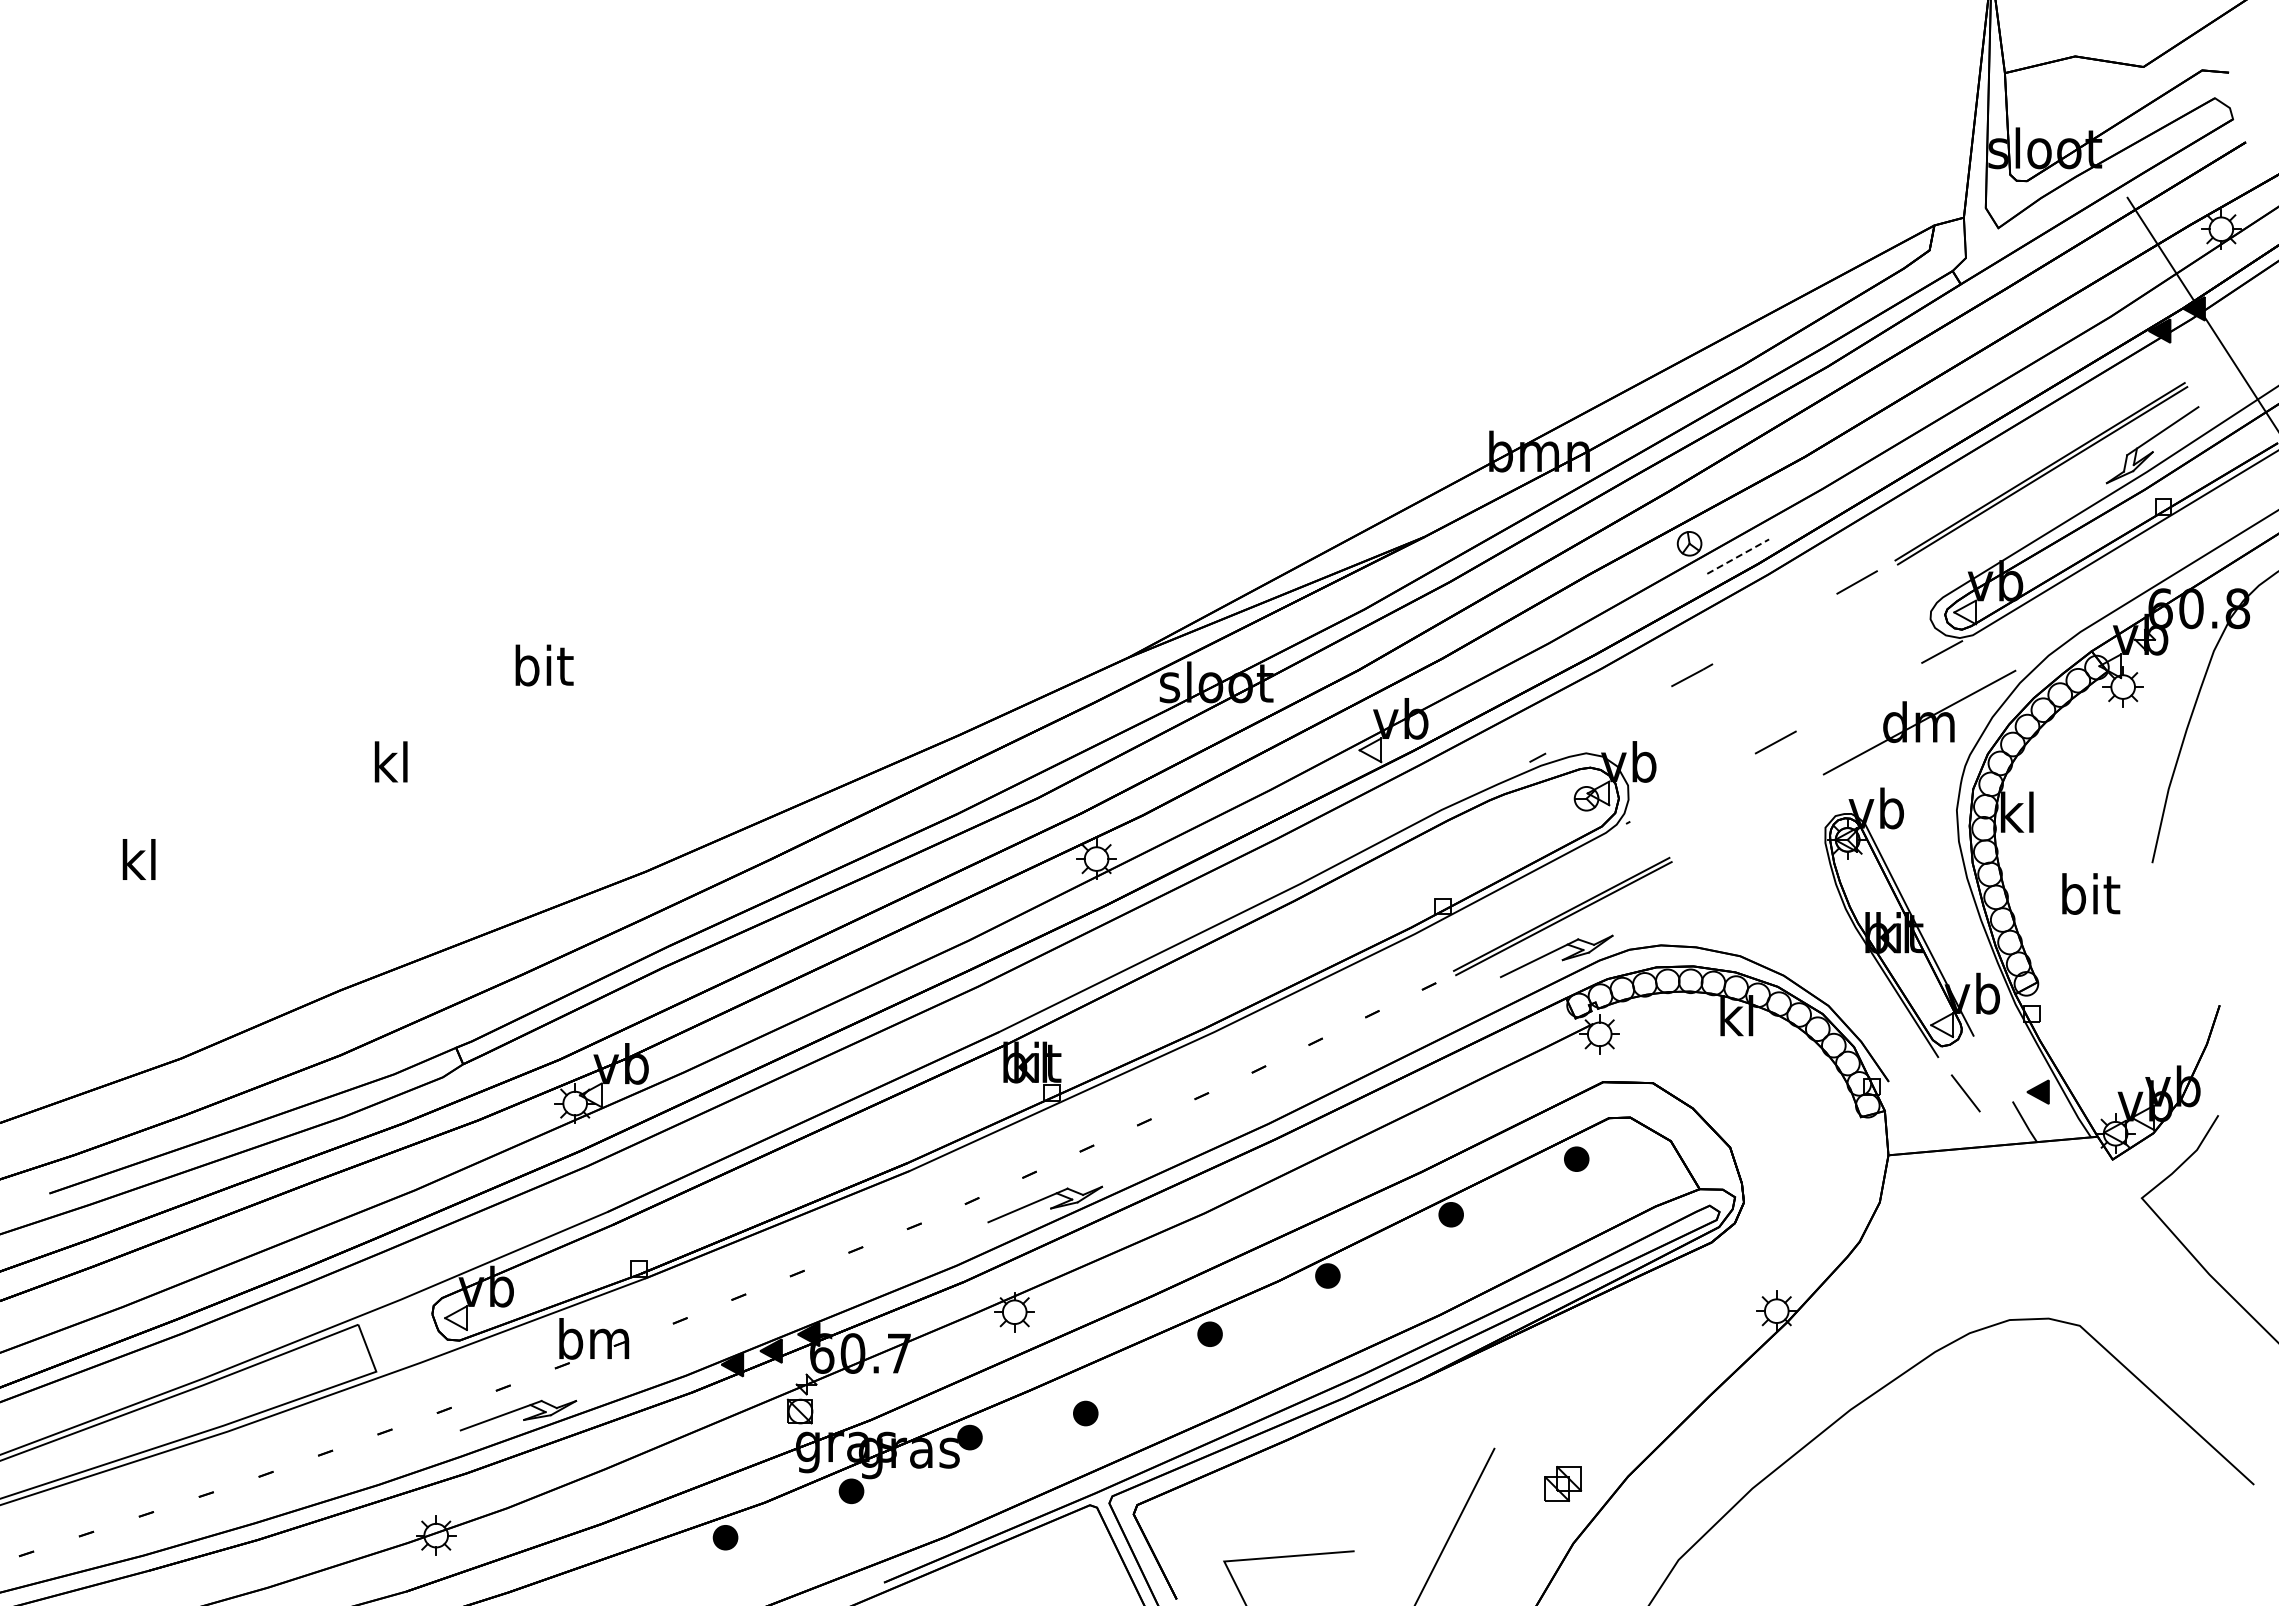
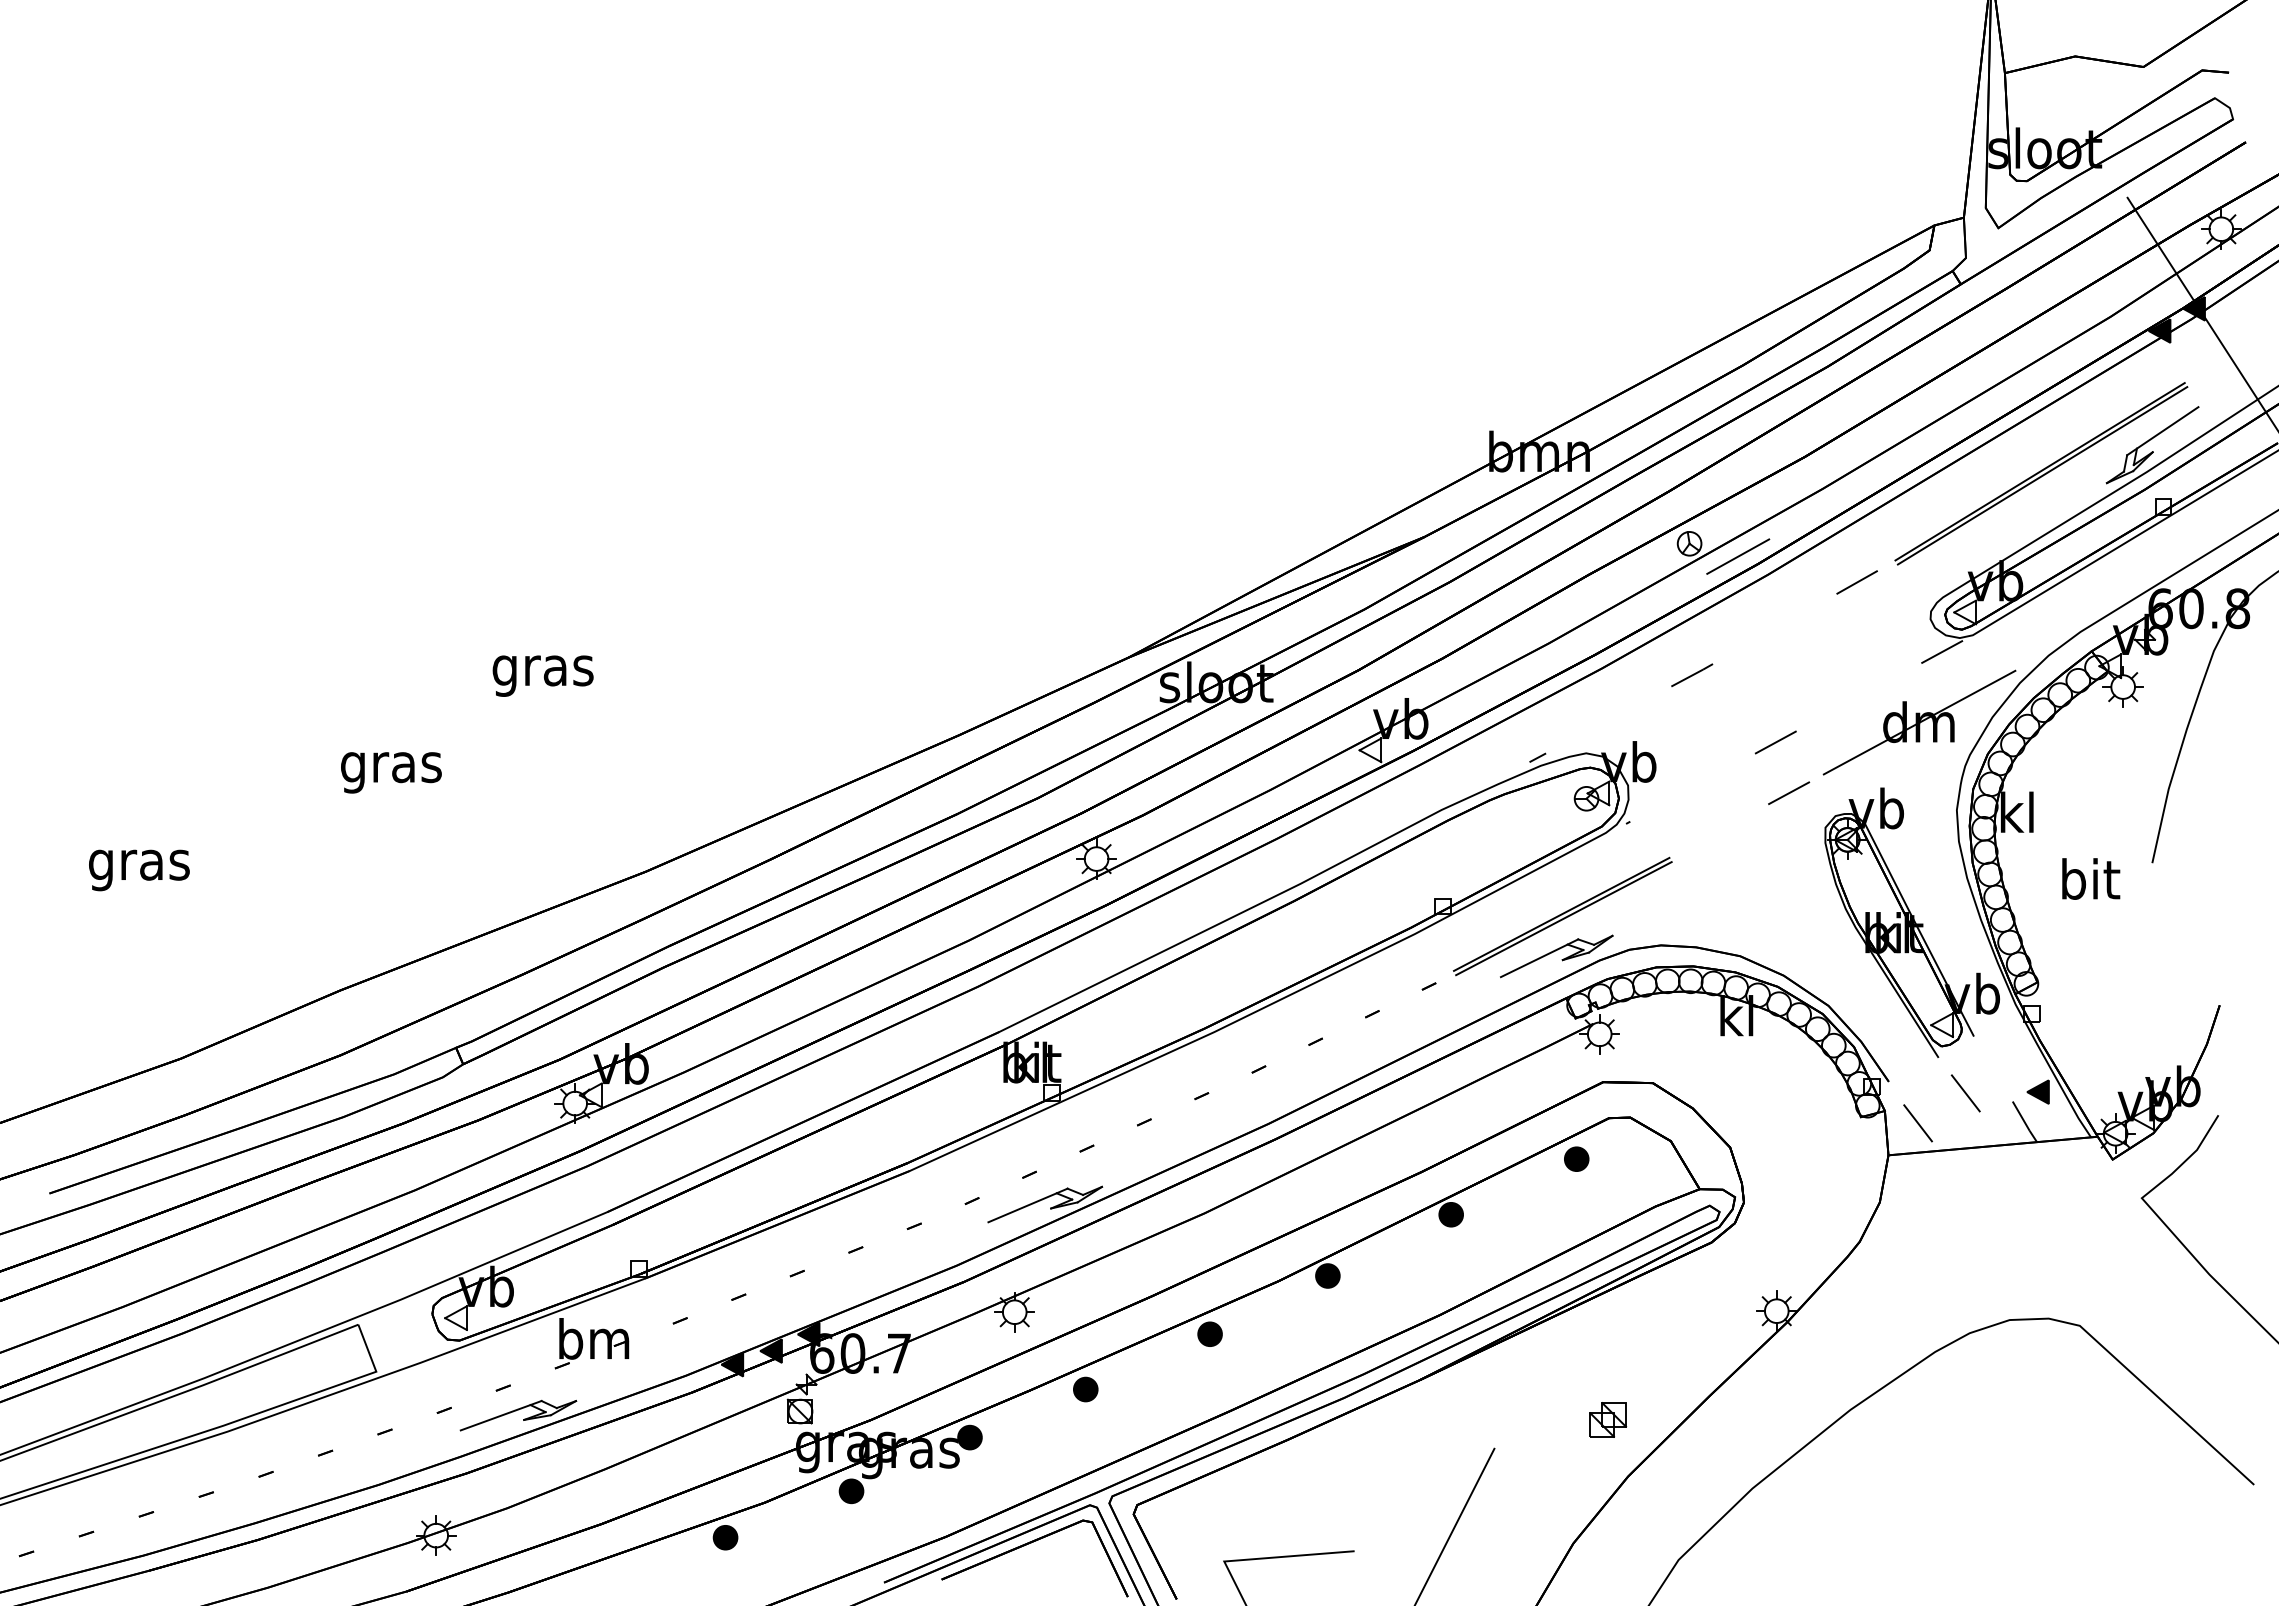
line at (1738, 556): dashed -> solid
text at (542, 670): bit -> gras
text at (391, 767): kl -> gras
line at (1789, 792): none -> present
text at (139, 865): kl -> gras
text at (2091, 893) position: (2091, 893) -> (2091, 878)
line at (1921, 1127): none -> present
part at (1085, 1413) position: (1085, 1413) -> (1085, 1389)
part at (1563, 1483) position: (1563, 1483) -> (1608, 1419)
part at (1028, 1544): none -> present
